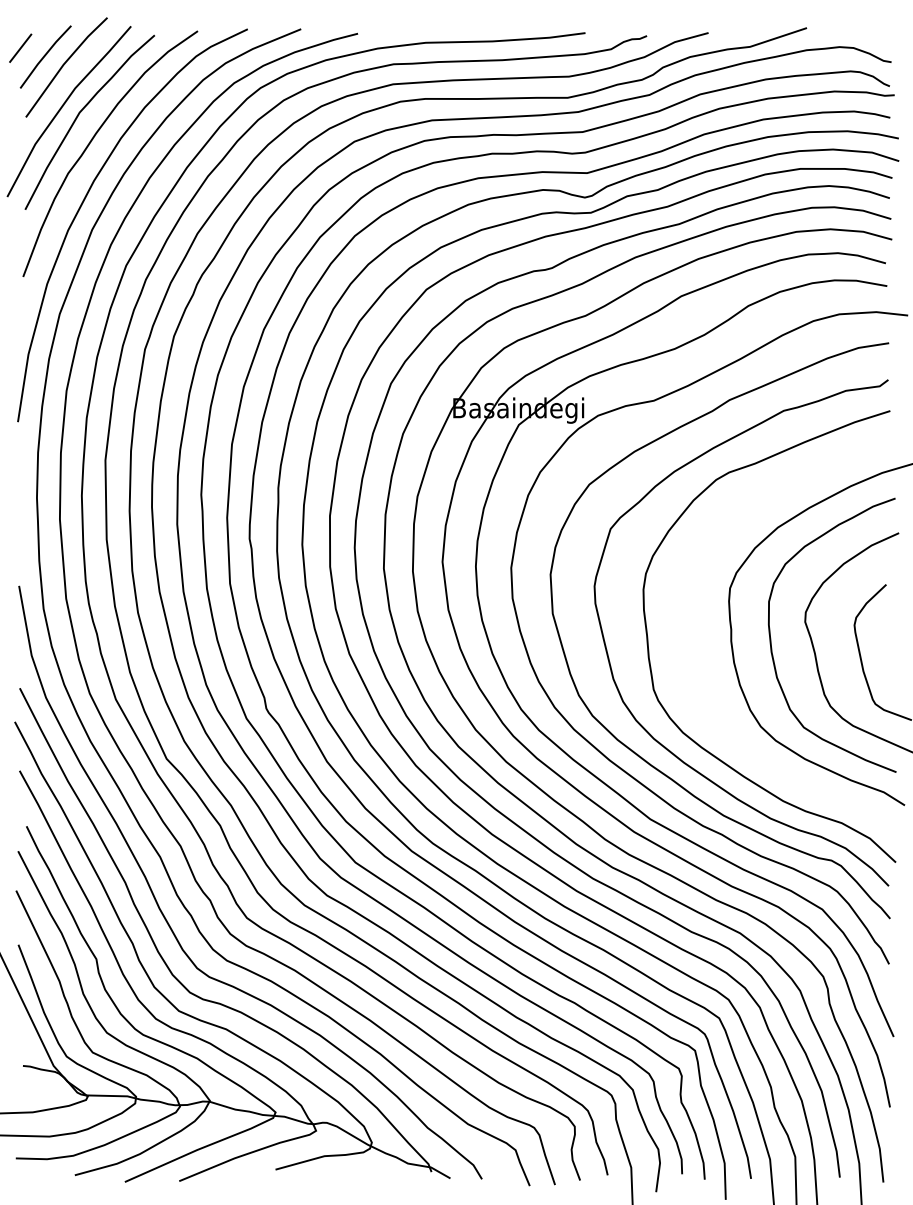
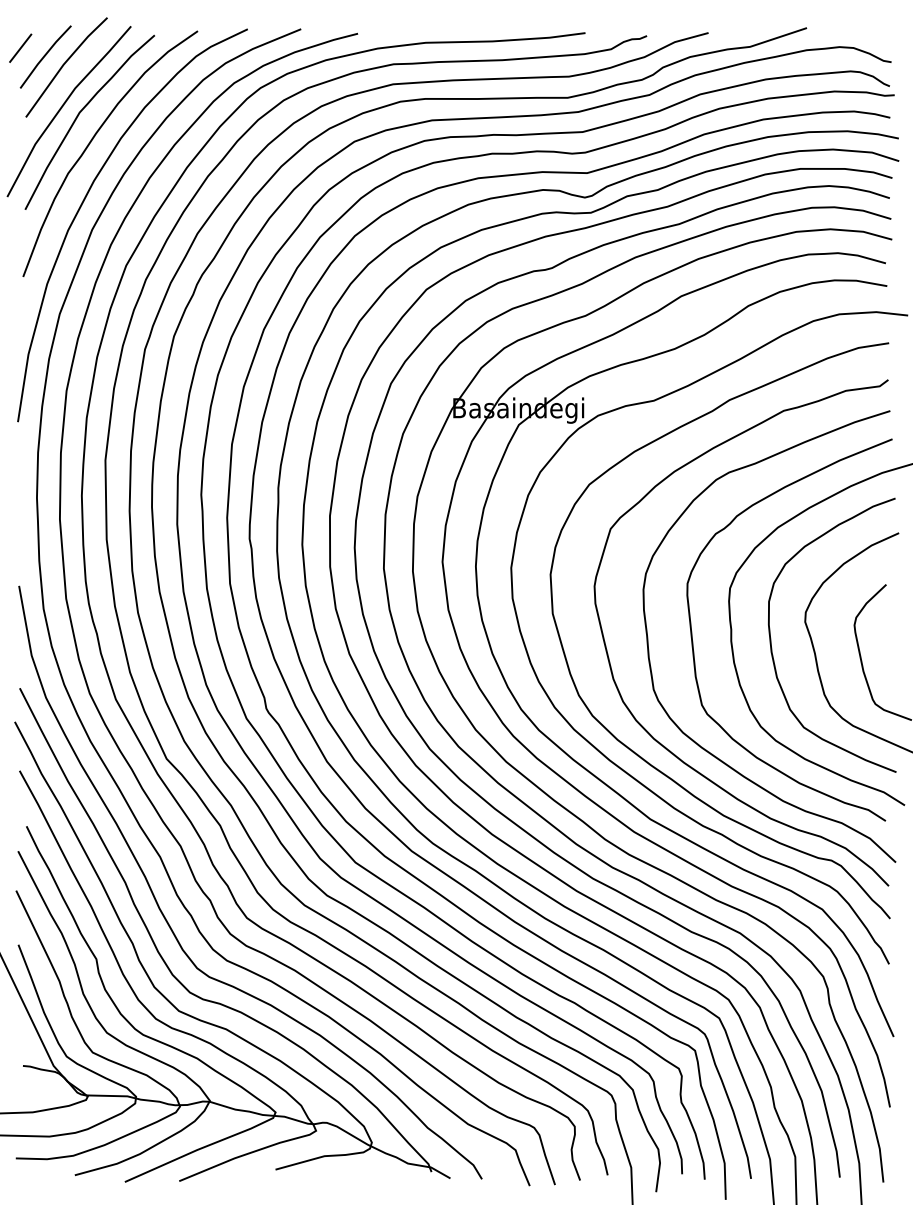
part at (693, 641): none -> present
